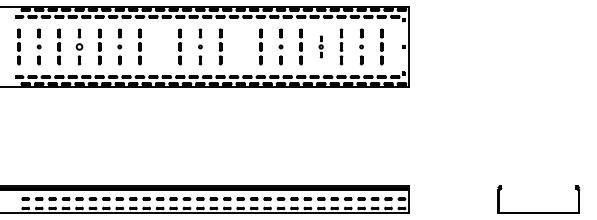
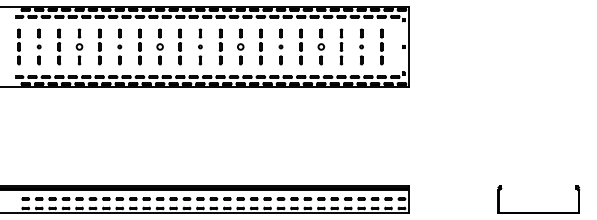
part at (159, 46): none -> present
part at (240, 46): none -> present
part at (320, 46) size: 6x24 px -> 8x38 px
